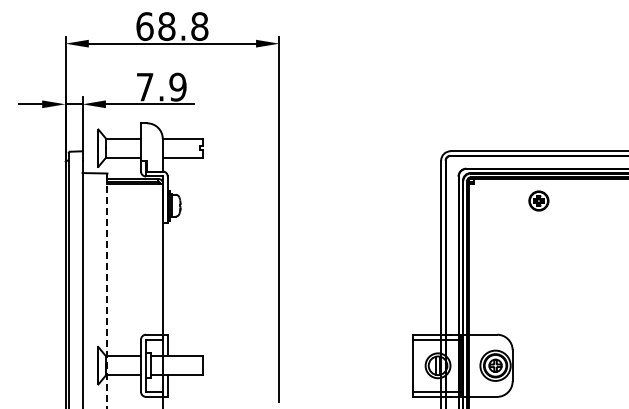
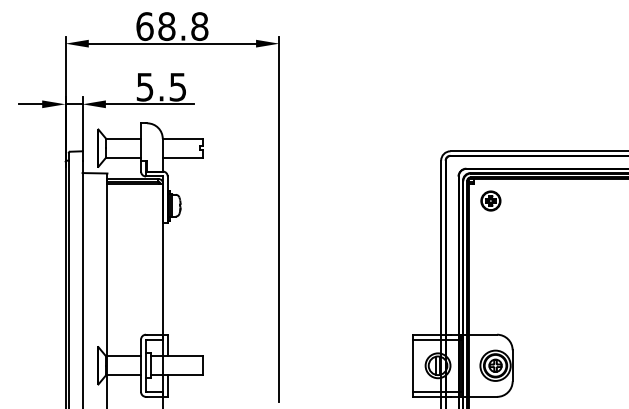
text at (161, 86): 7.9 -> 5.5
part at (538, 200) position: (538, 200) -> (490, 200)
line at (107, 294): dashed -> solid
